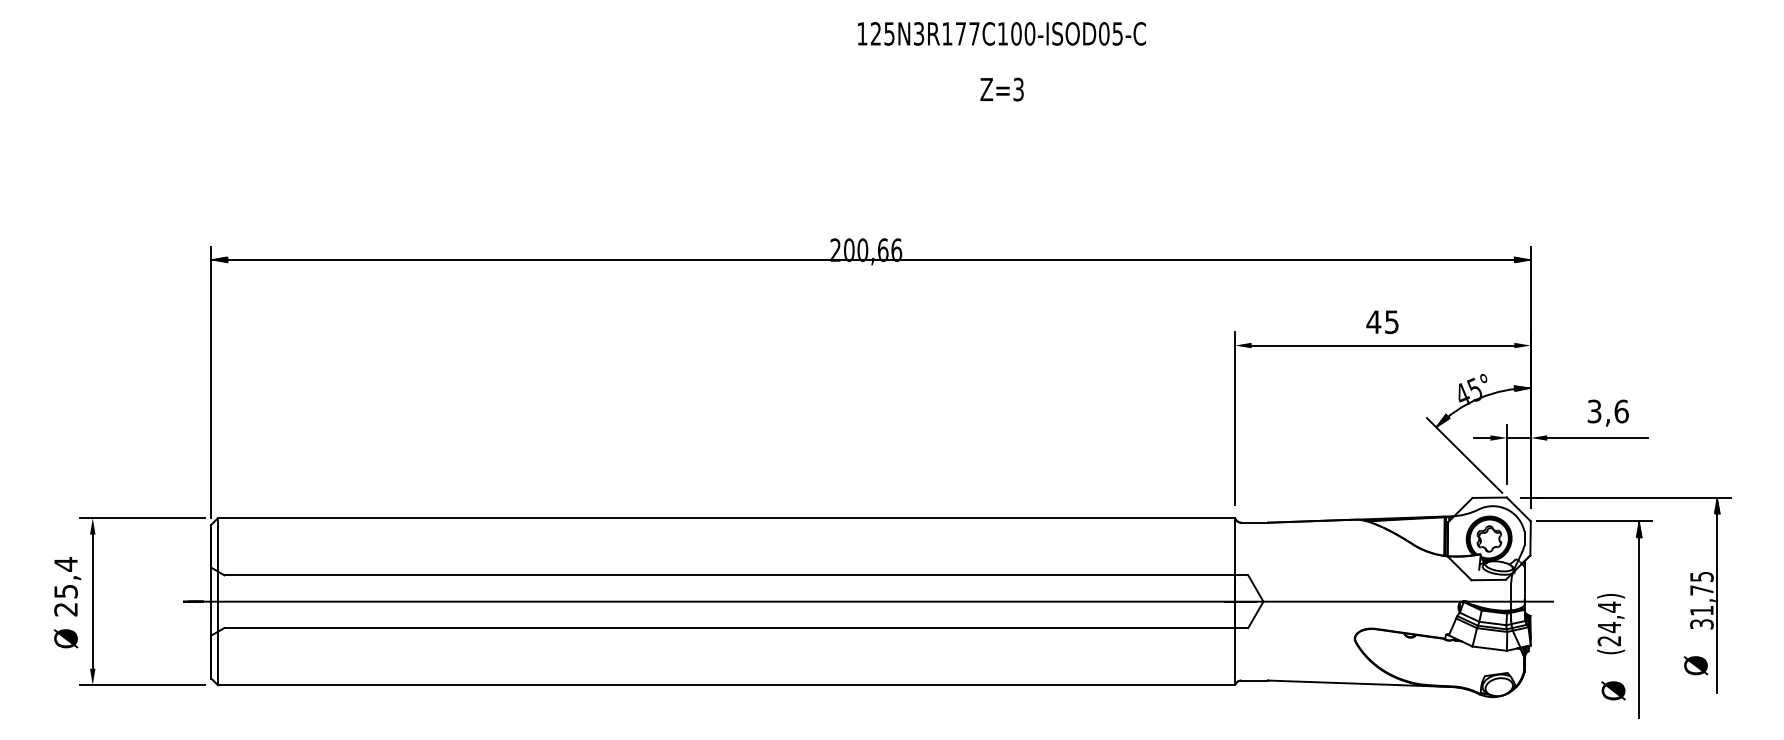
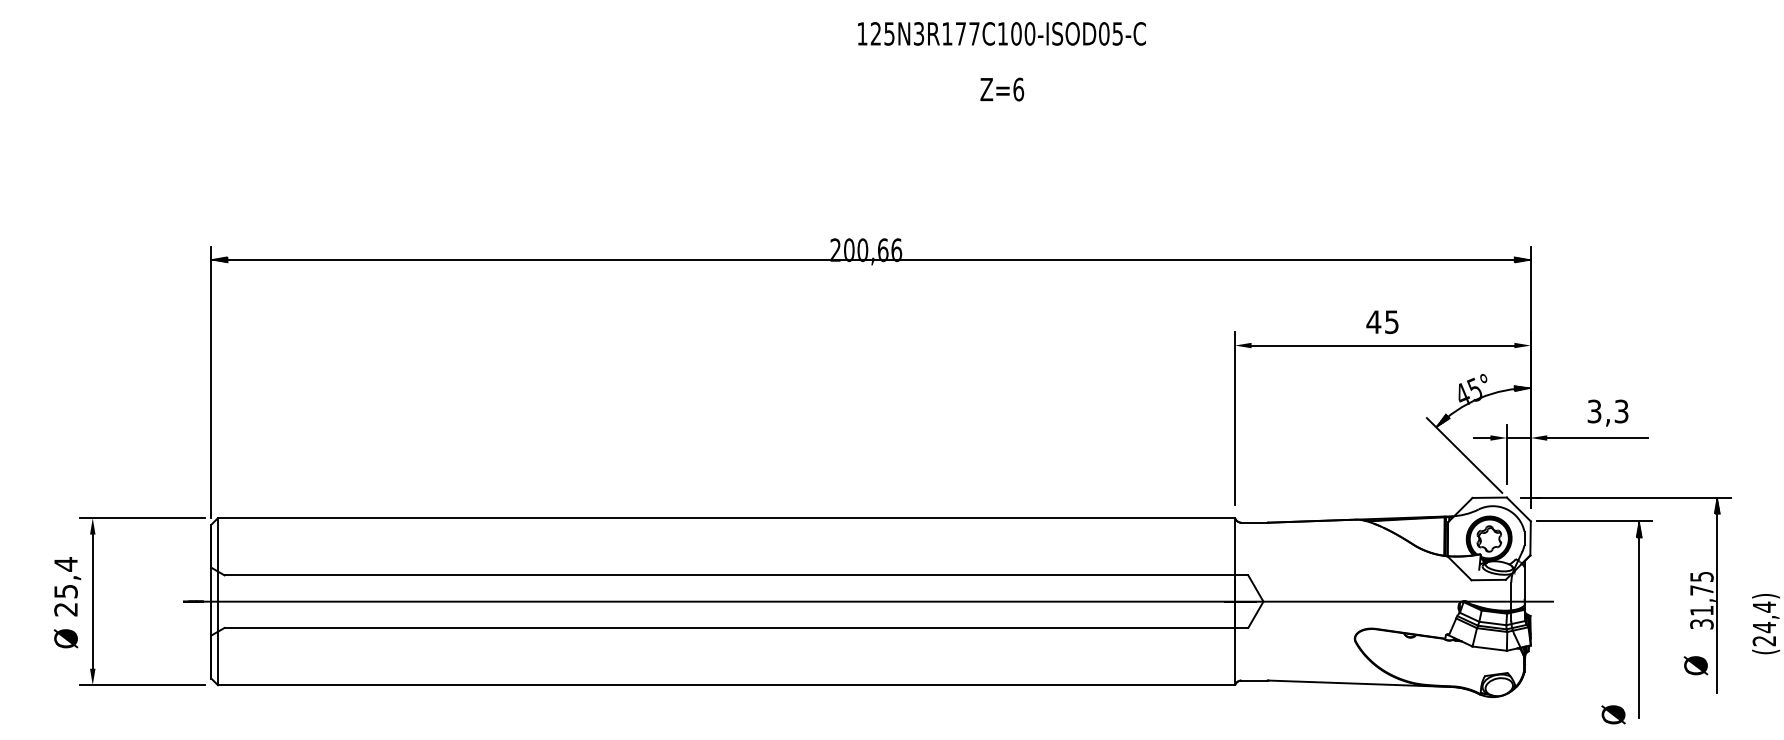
text at (1018, 89): Z=3 -> Z=6
text at (1621, 411): 3,6 -> 3,3
text at (1611, 624) position: (1611, 624) -> (1766, 624)
text at (1613, 690) position: (1613, 690) -> (1613, 714)
